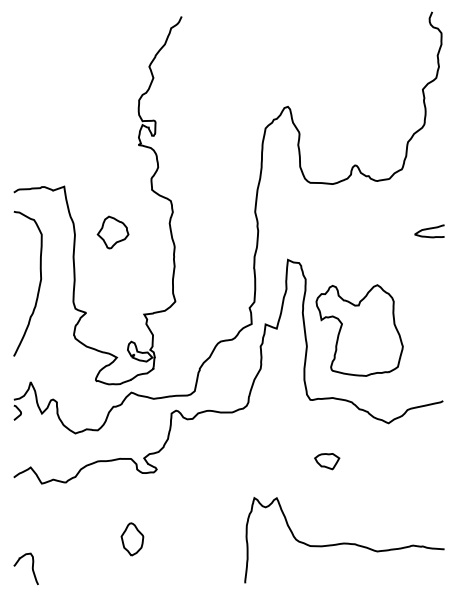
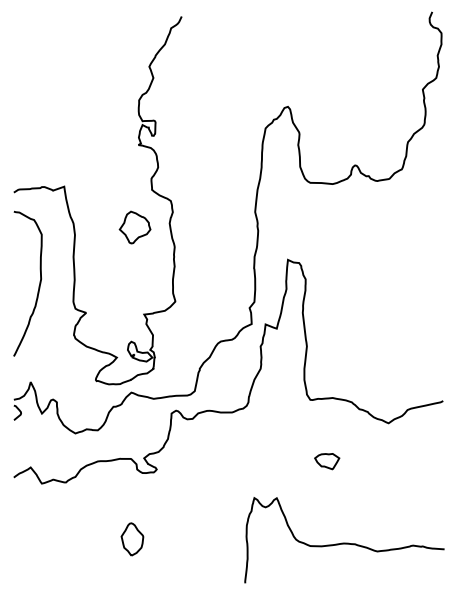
curve at (429, 229): present -> none
part at (112, 232) position: (112, 232) -> (134, 227)
part at (359, 330): present -> none
curve at (31, 568): present -> none
